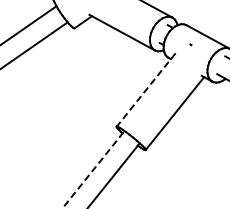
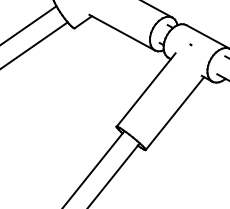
line at (145, 90): dashed -> solid
line at (93, 170): dashed -> solid
